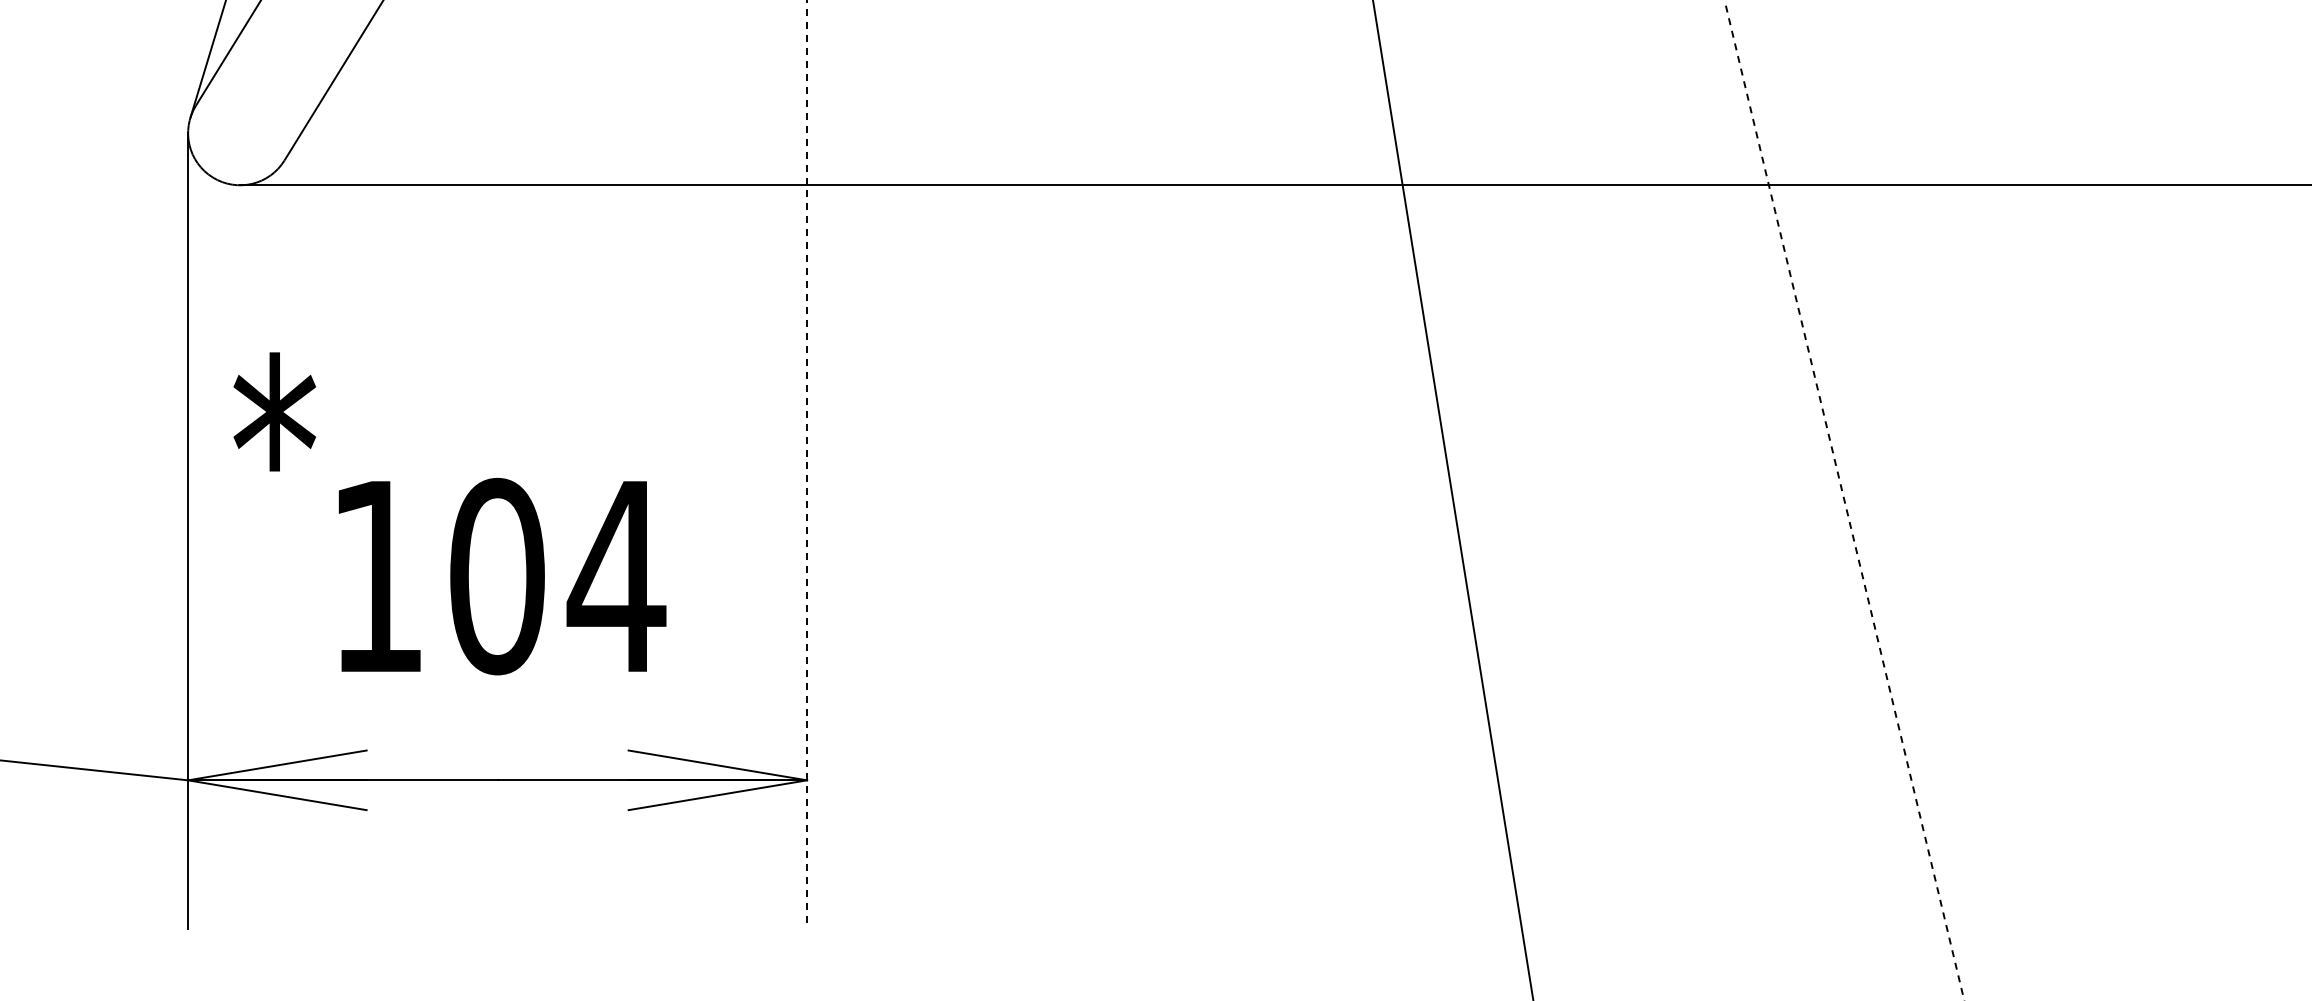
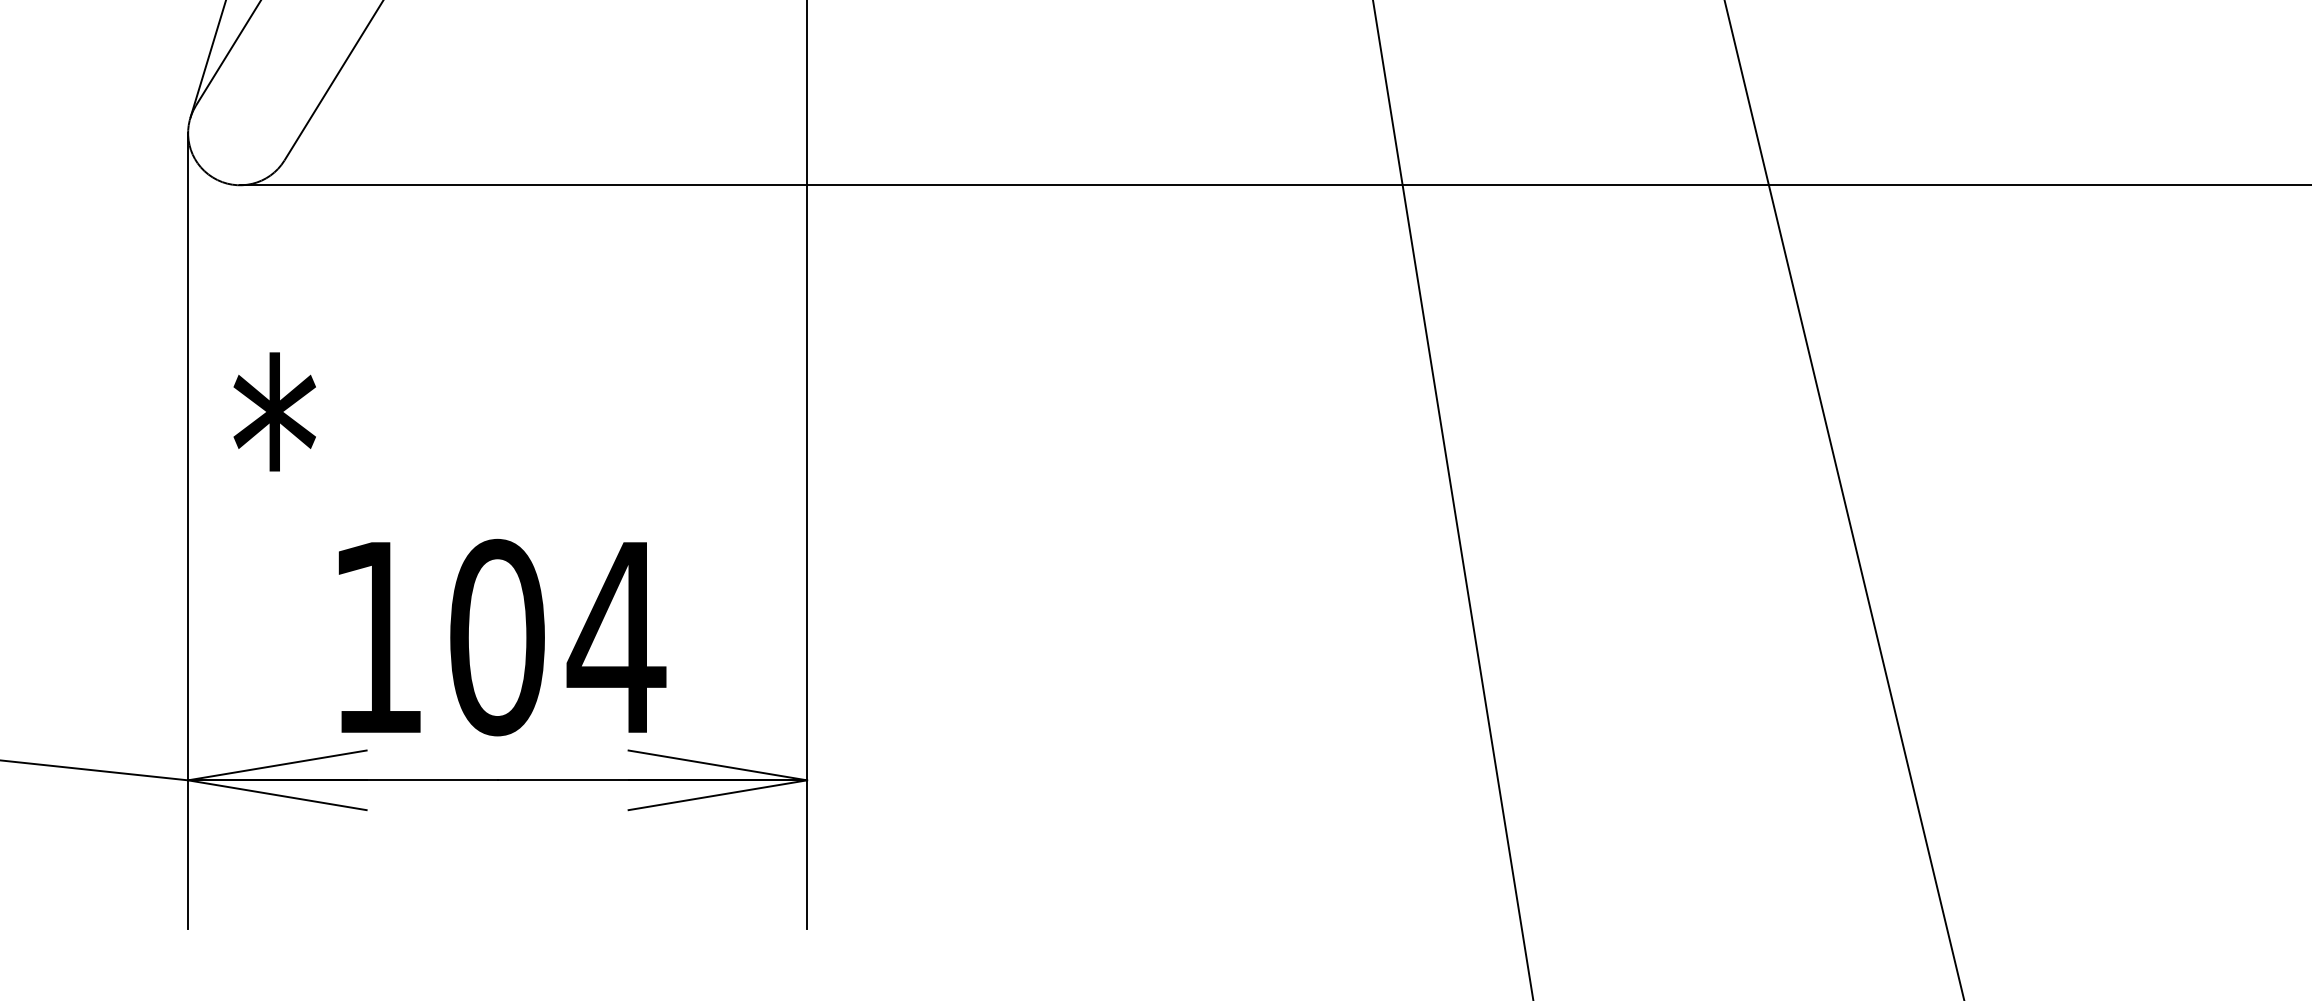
line at (807, 465): dashed -> solid
line at (1844, 501): dashed -> solid
text at (502, 576) position: (502, 576) -> (502, 637)
